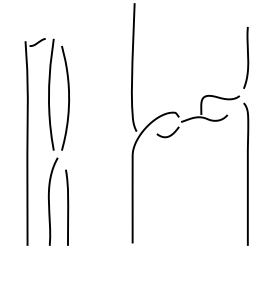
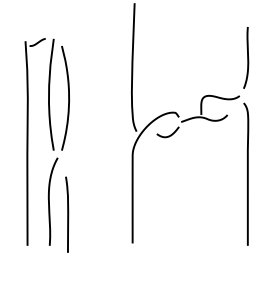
curve at (67, 207) position: (67, 207) -> (67, 214)
